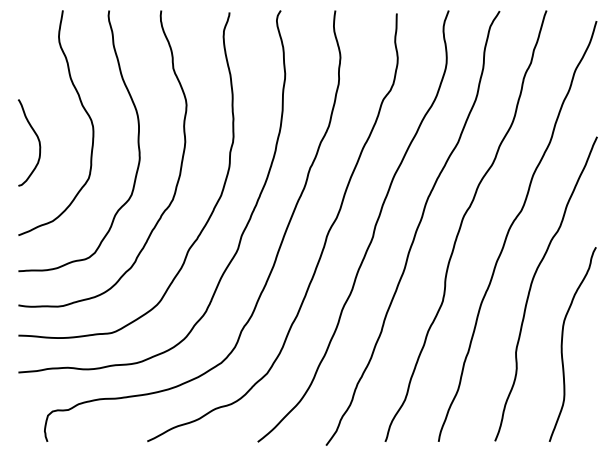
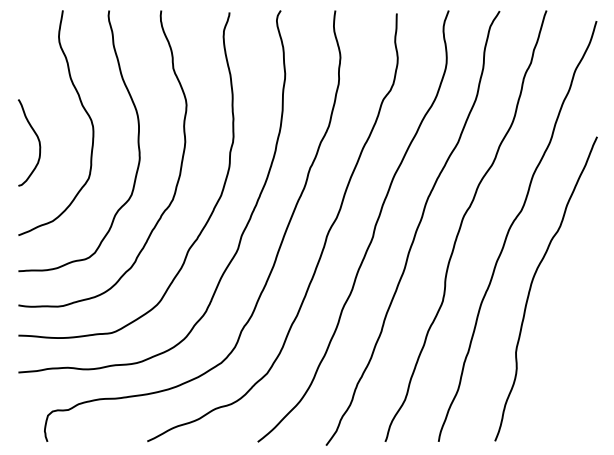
curve at (562, 344): present -> none
